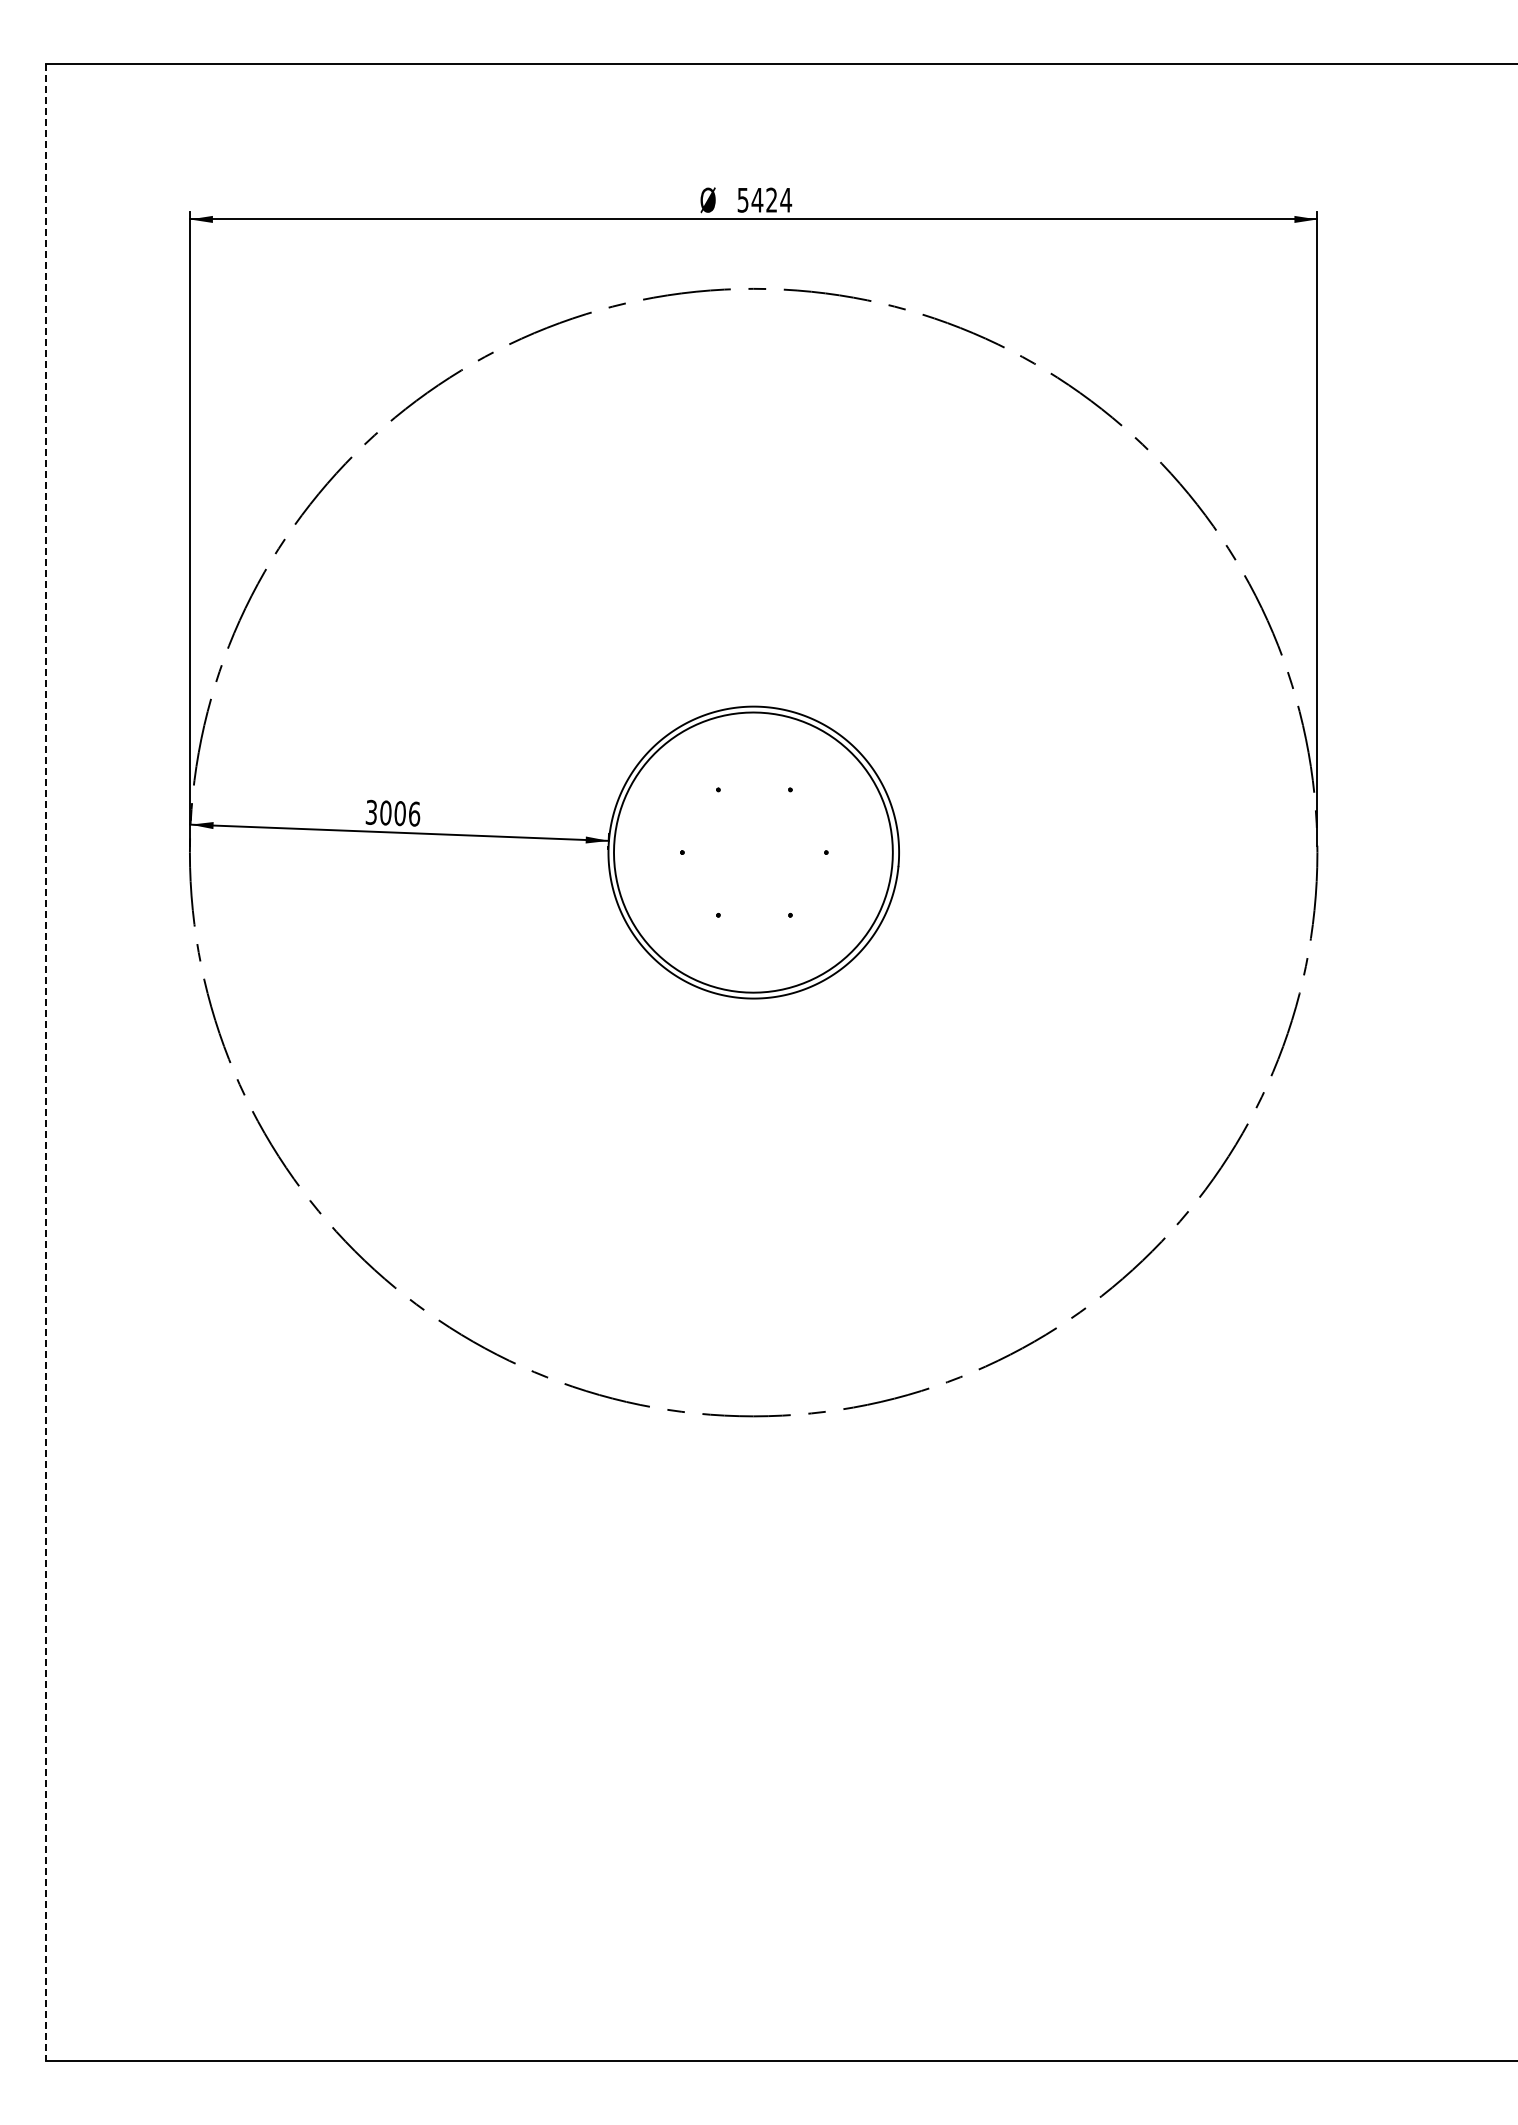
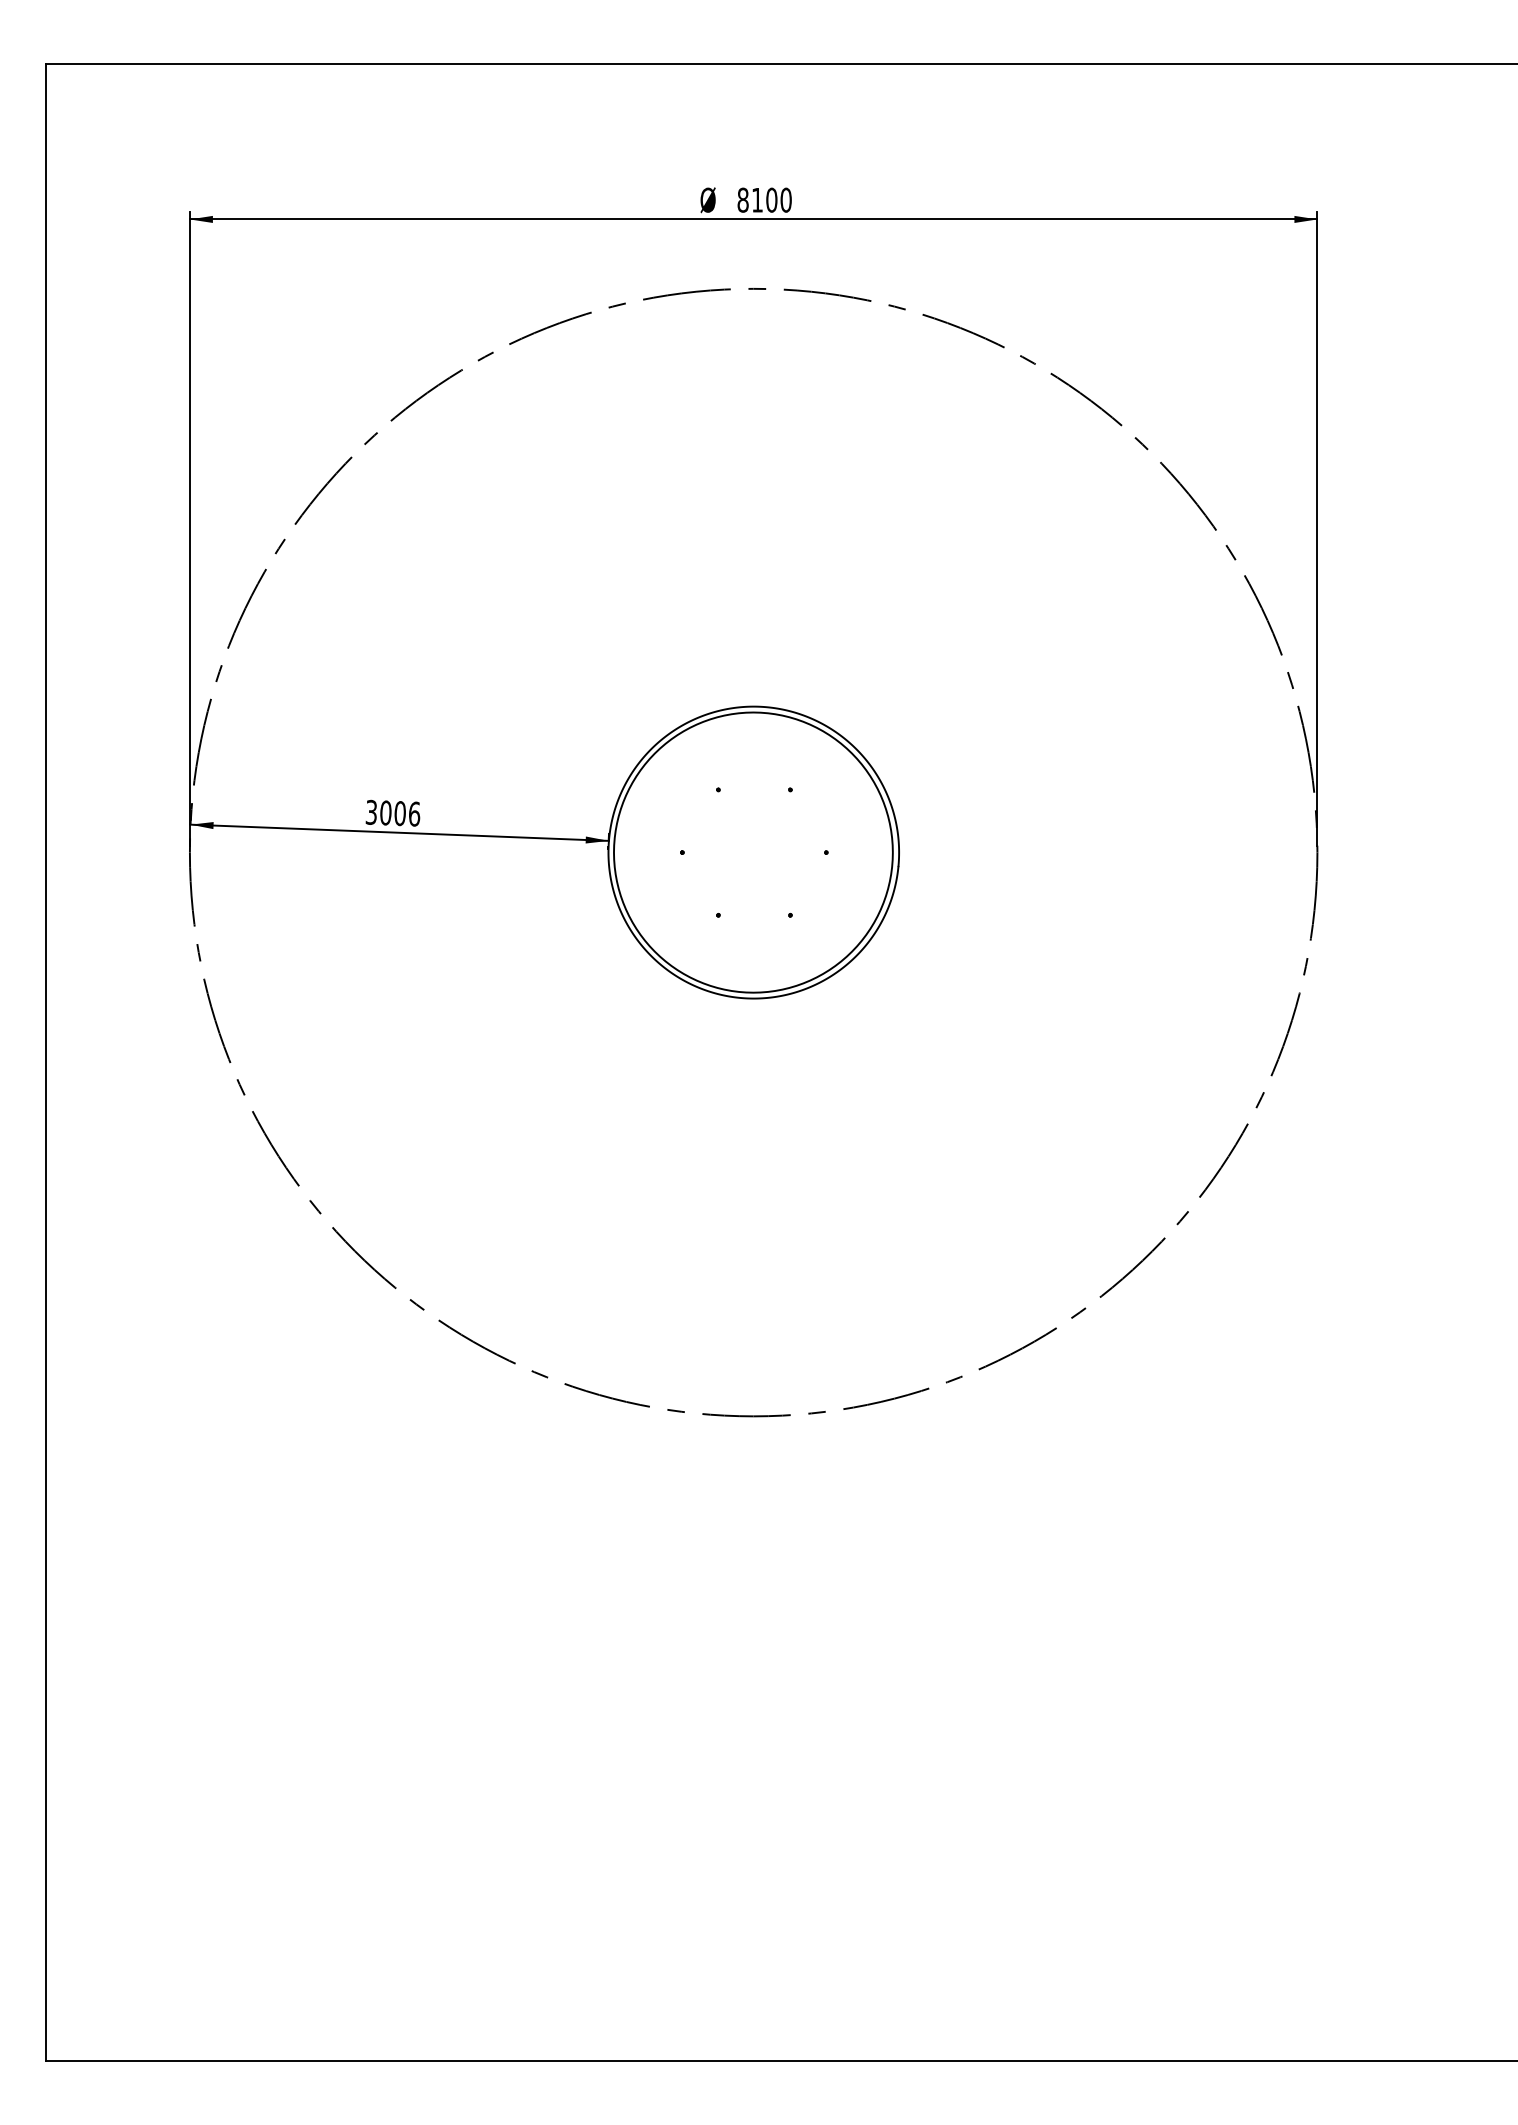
text at (764, 199): 5424 -> 8100
line at (45, 1062): dashed -> solid
